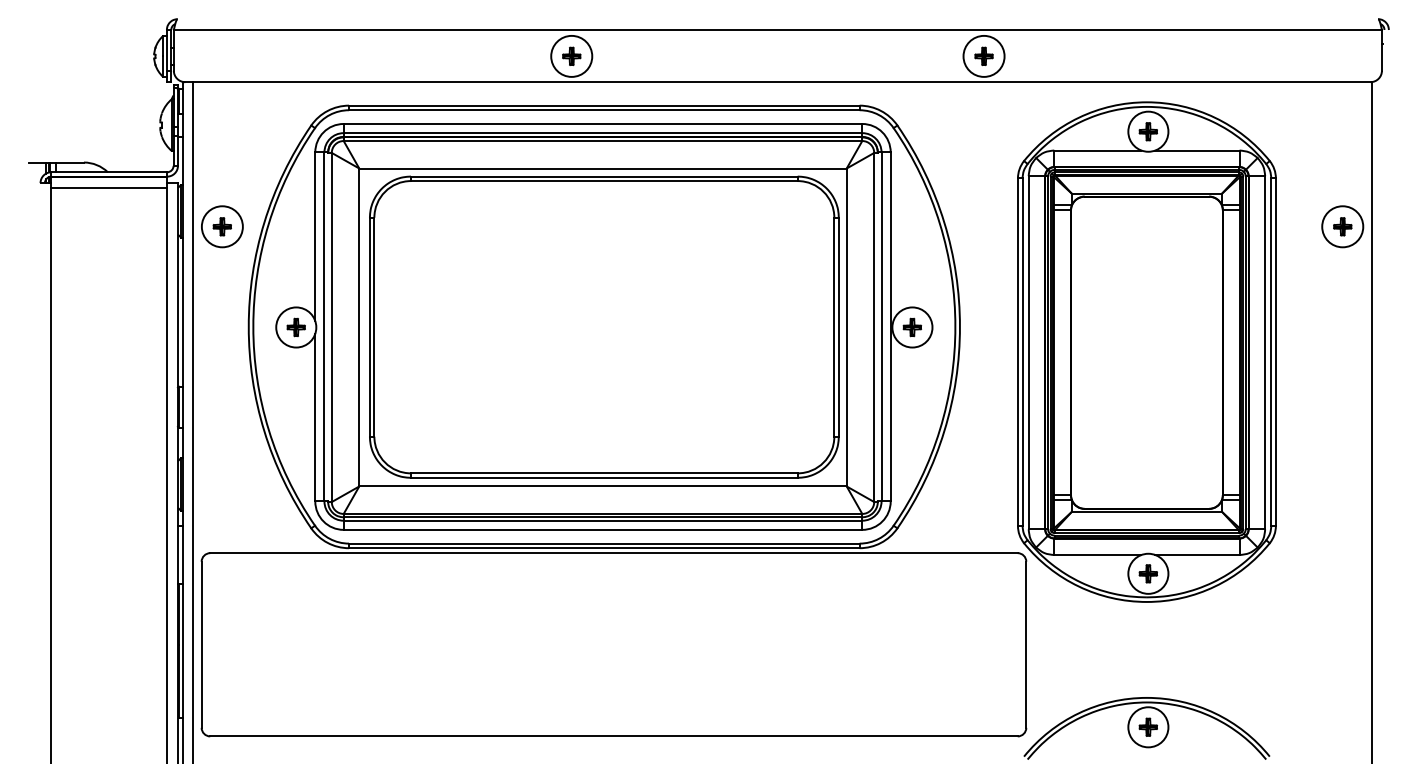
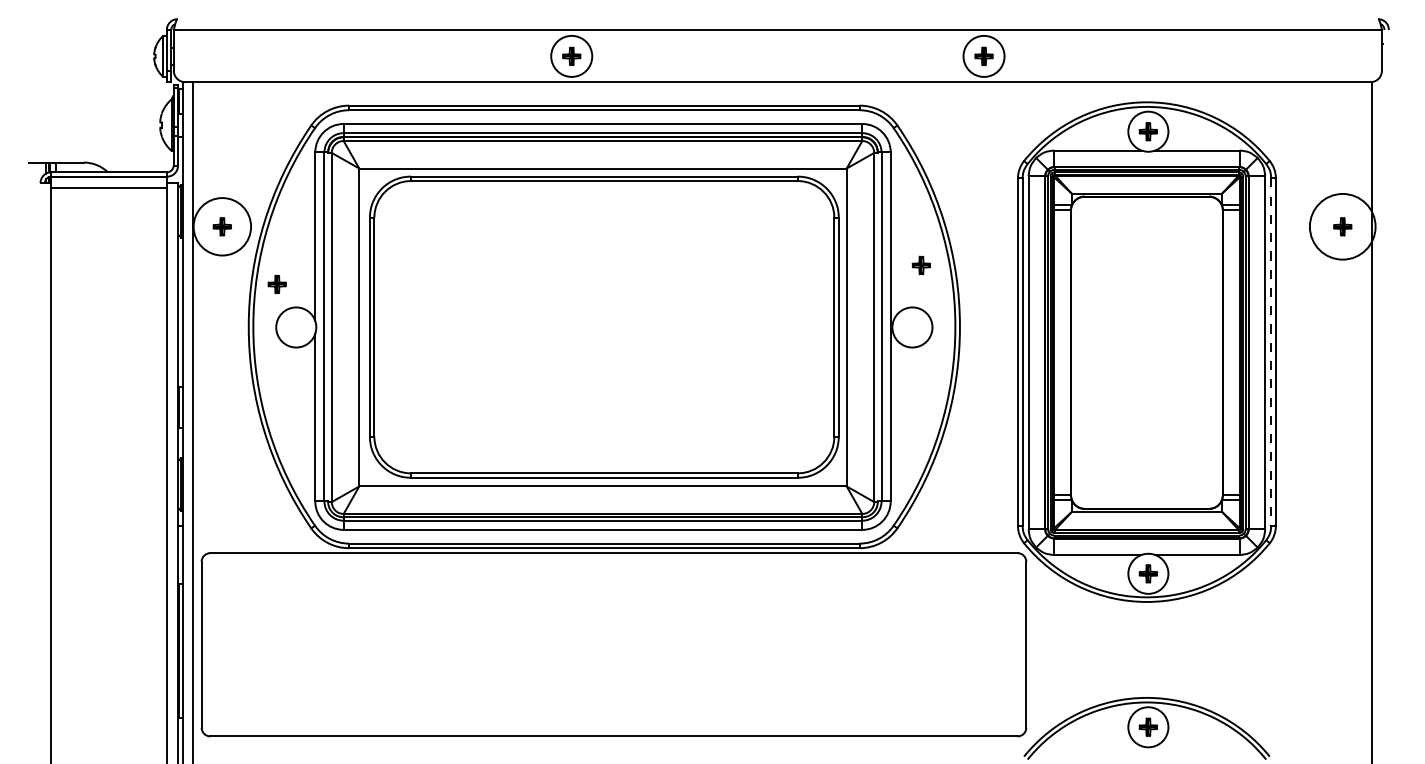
circle at (221, 226) diameter: 41 px -> 57 px
circle at (1342, 226) diameter: 41 px -> 66 px
part at (295, 327) position: (295, 327) -> (276, 284)
part at (912, 327) position: (912, 327) -> (921, 265)
line at (1271, 352): solid -> dashed
